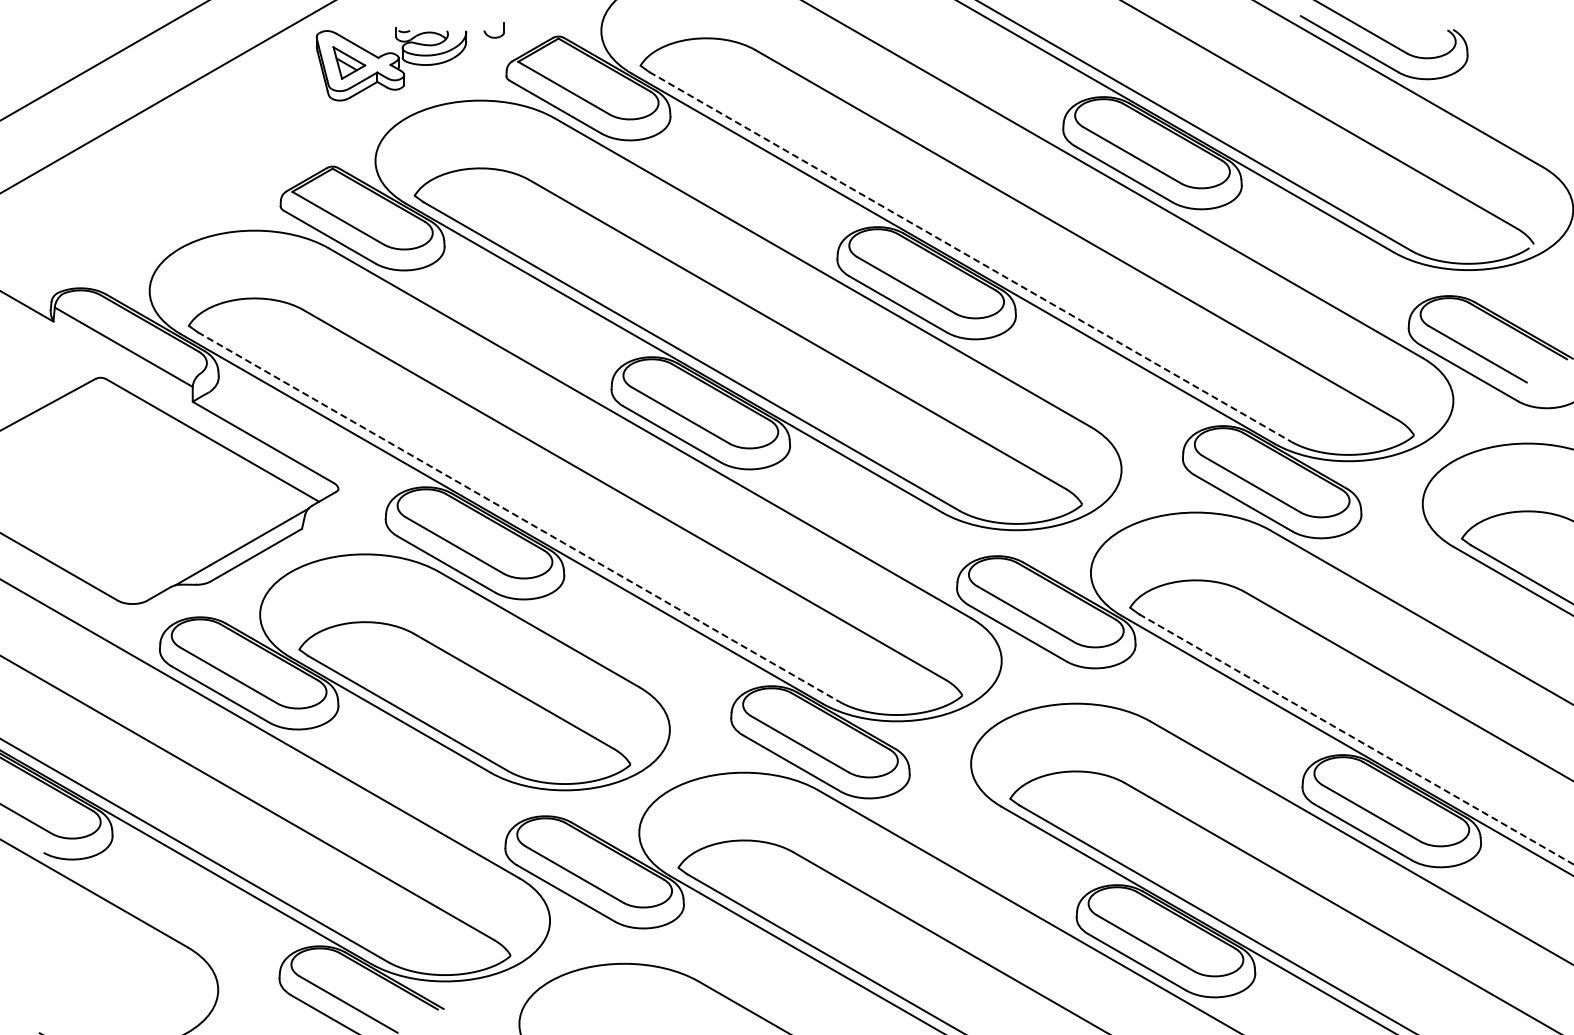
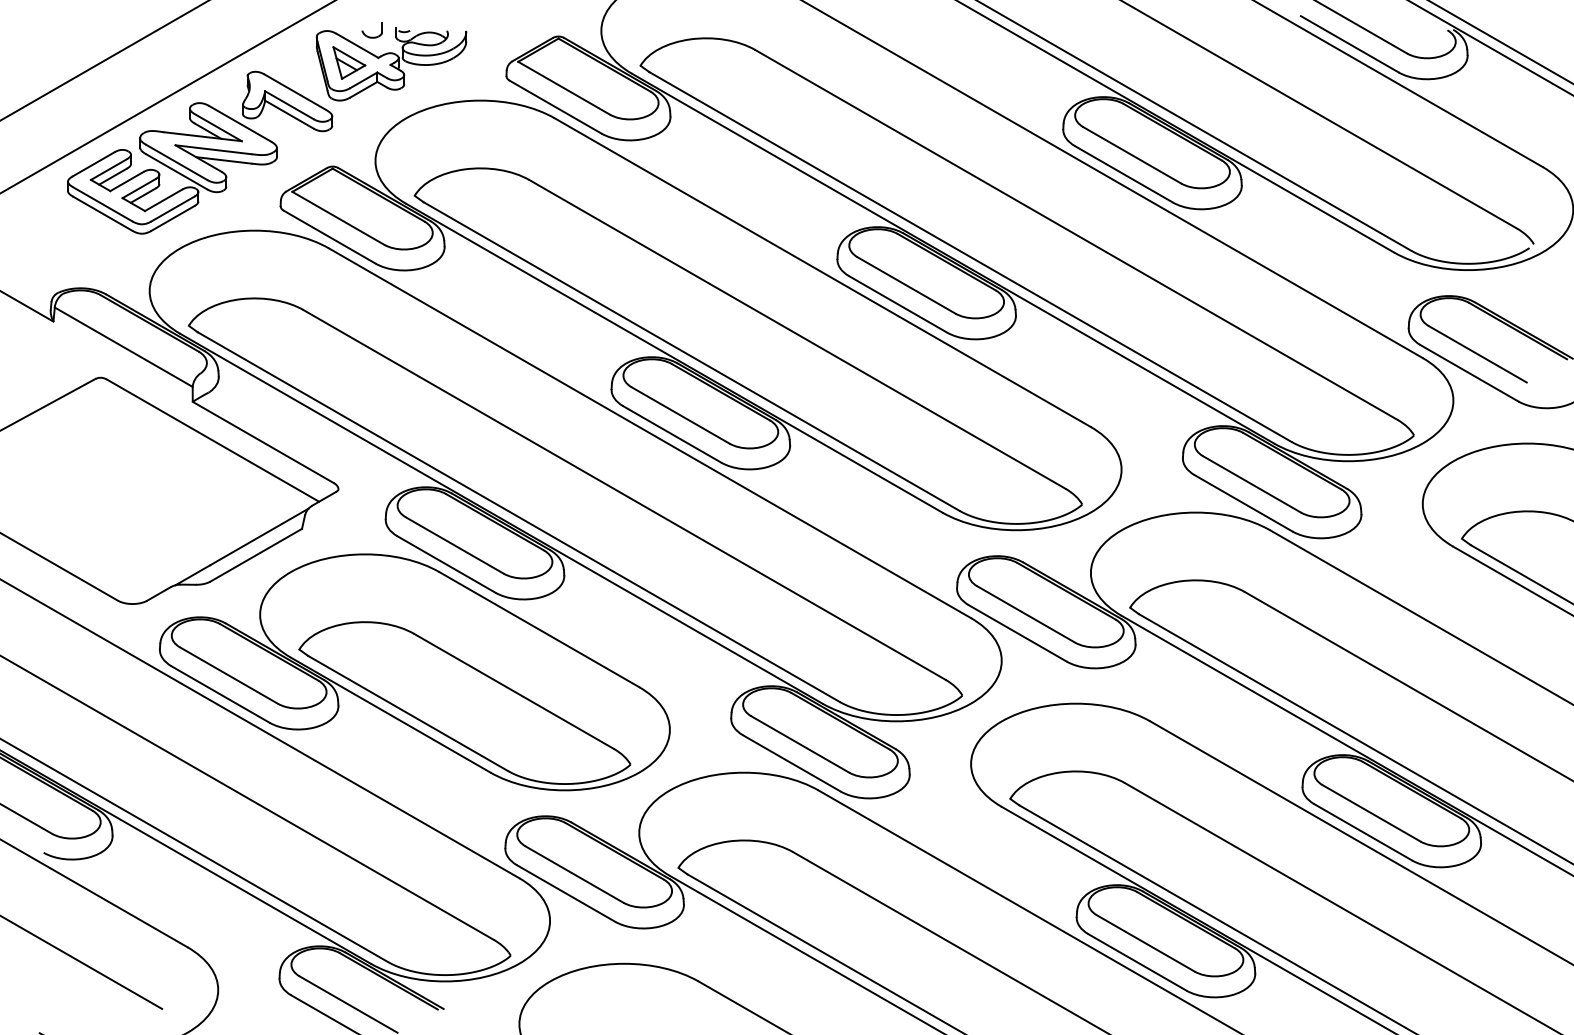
part at (493, 30) position: (493, 30) -> (371, 30)
line at (1500, 42): none -> present
line at (1490, 48): none -> present
part at (200, 152): none -> present
line at (970, 257): dashed -> solid
line at (519, 517): dashed -> solid
line at (1356, 739): dashed -> solid
line at (82, 962): none -> present
